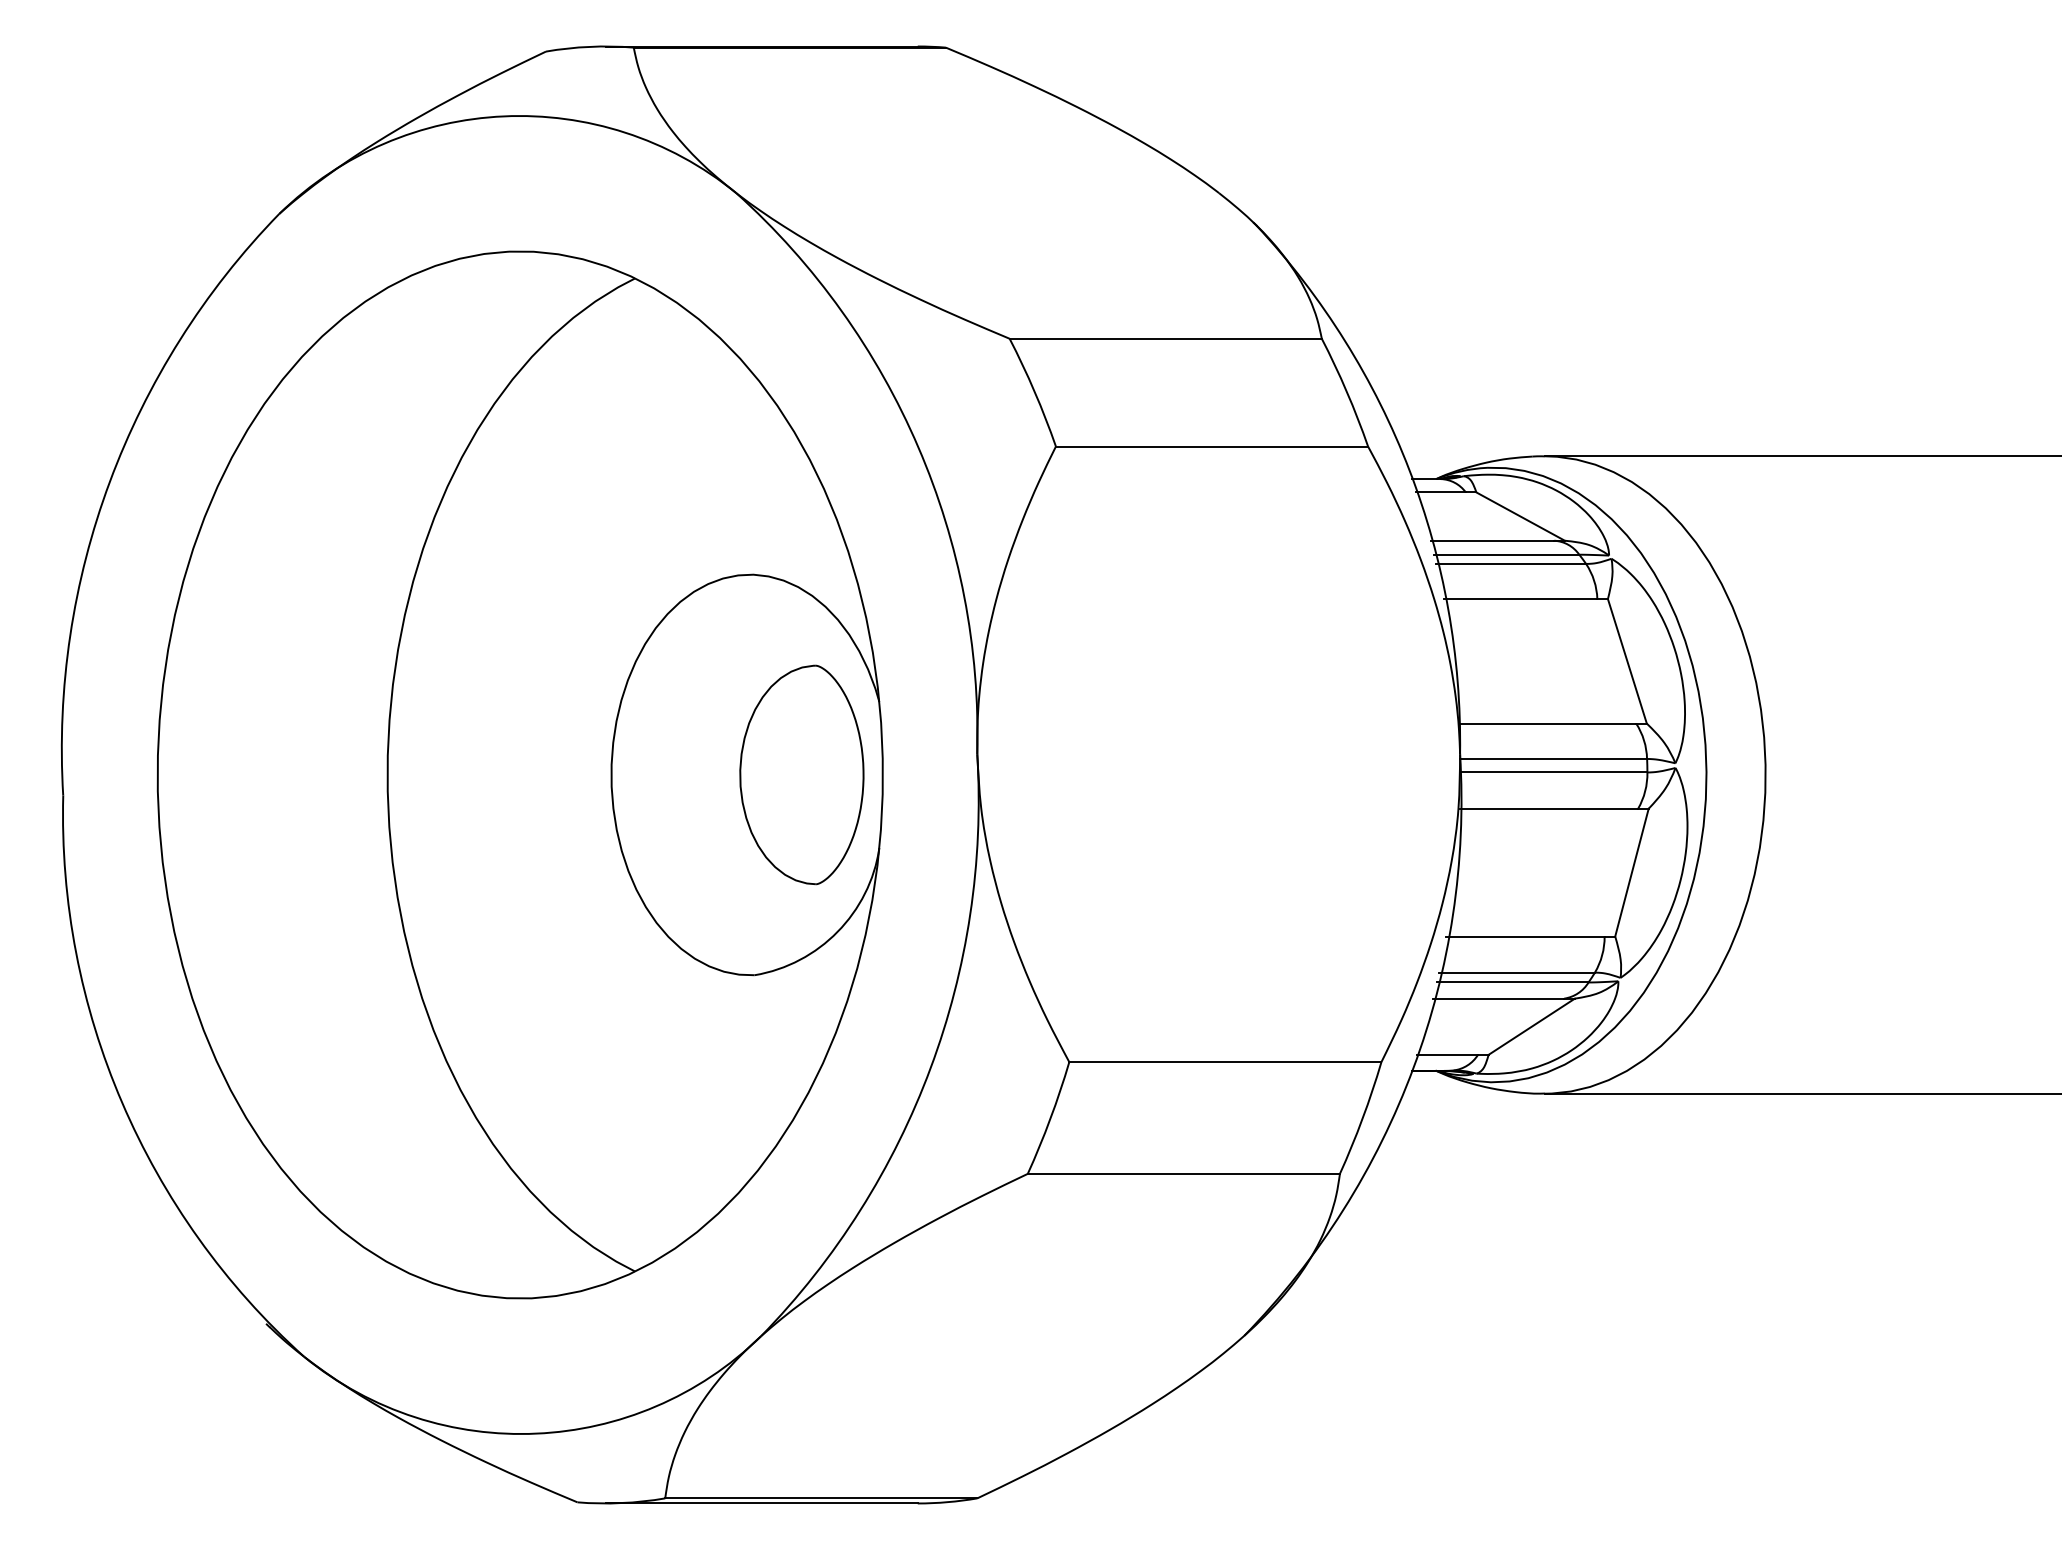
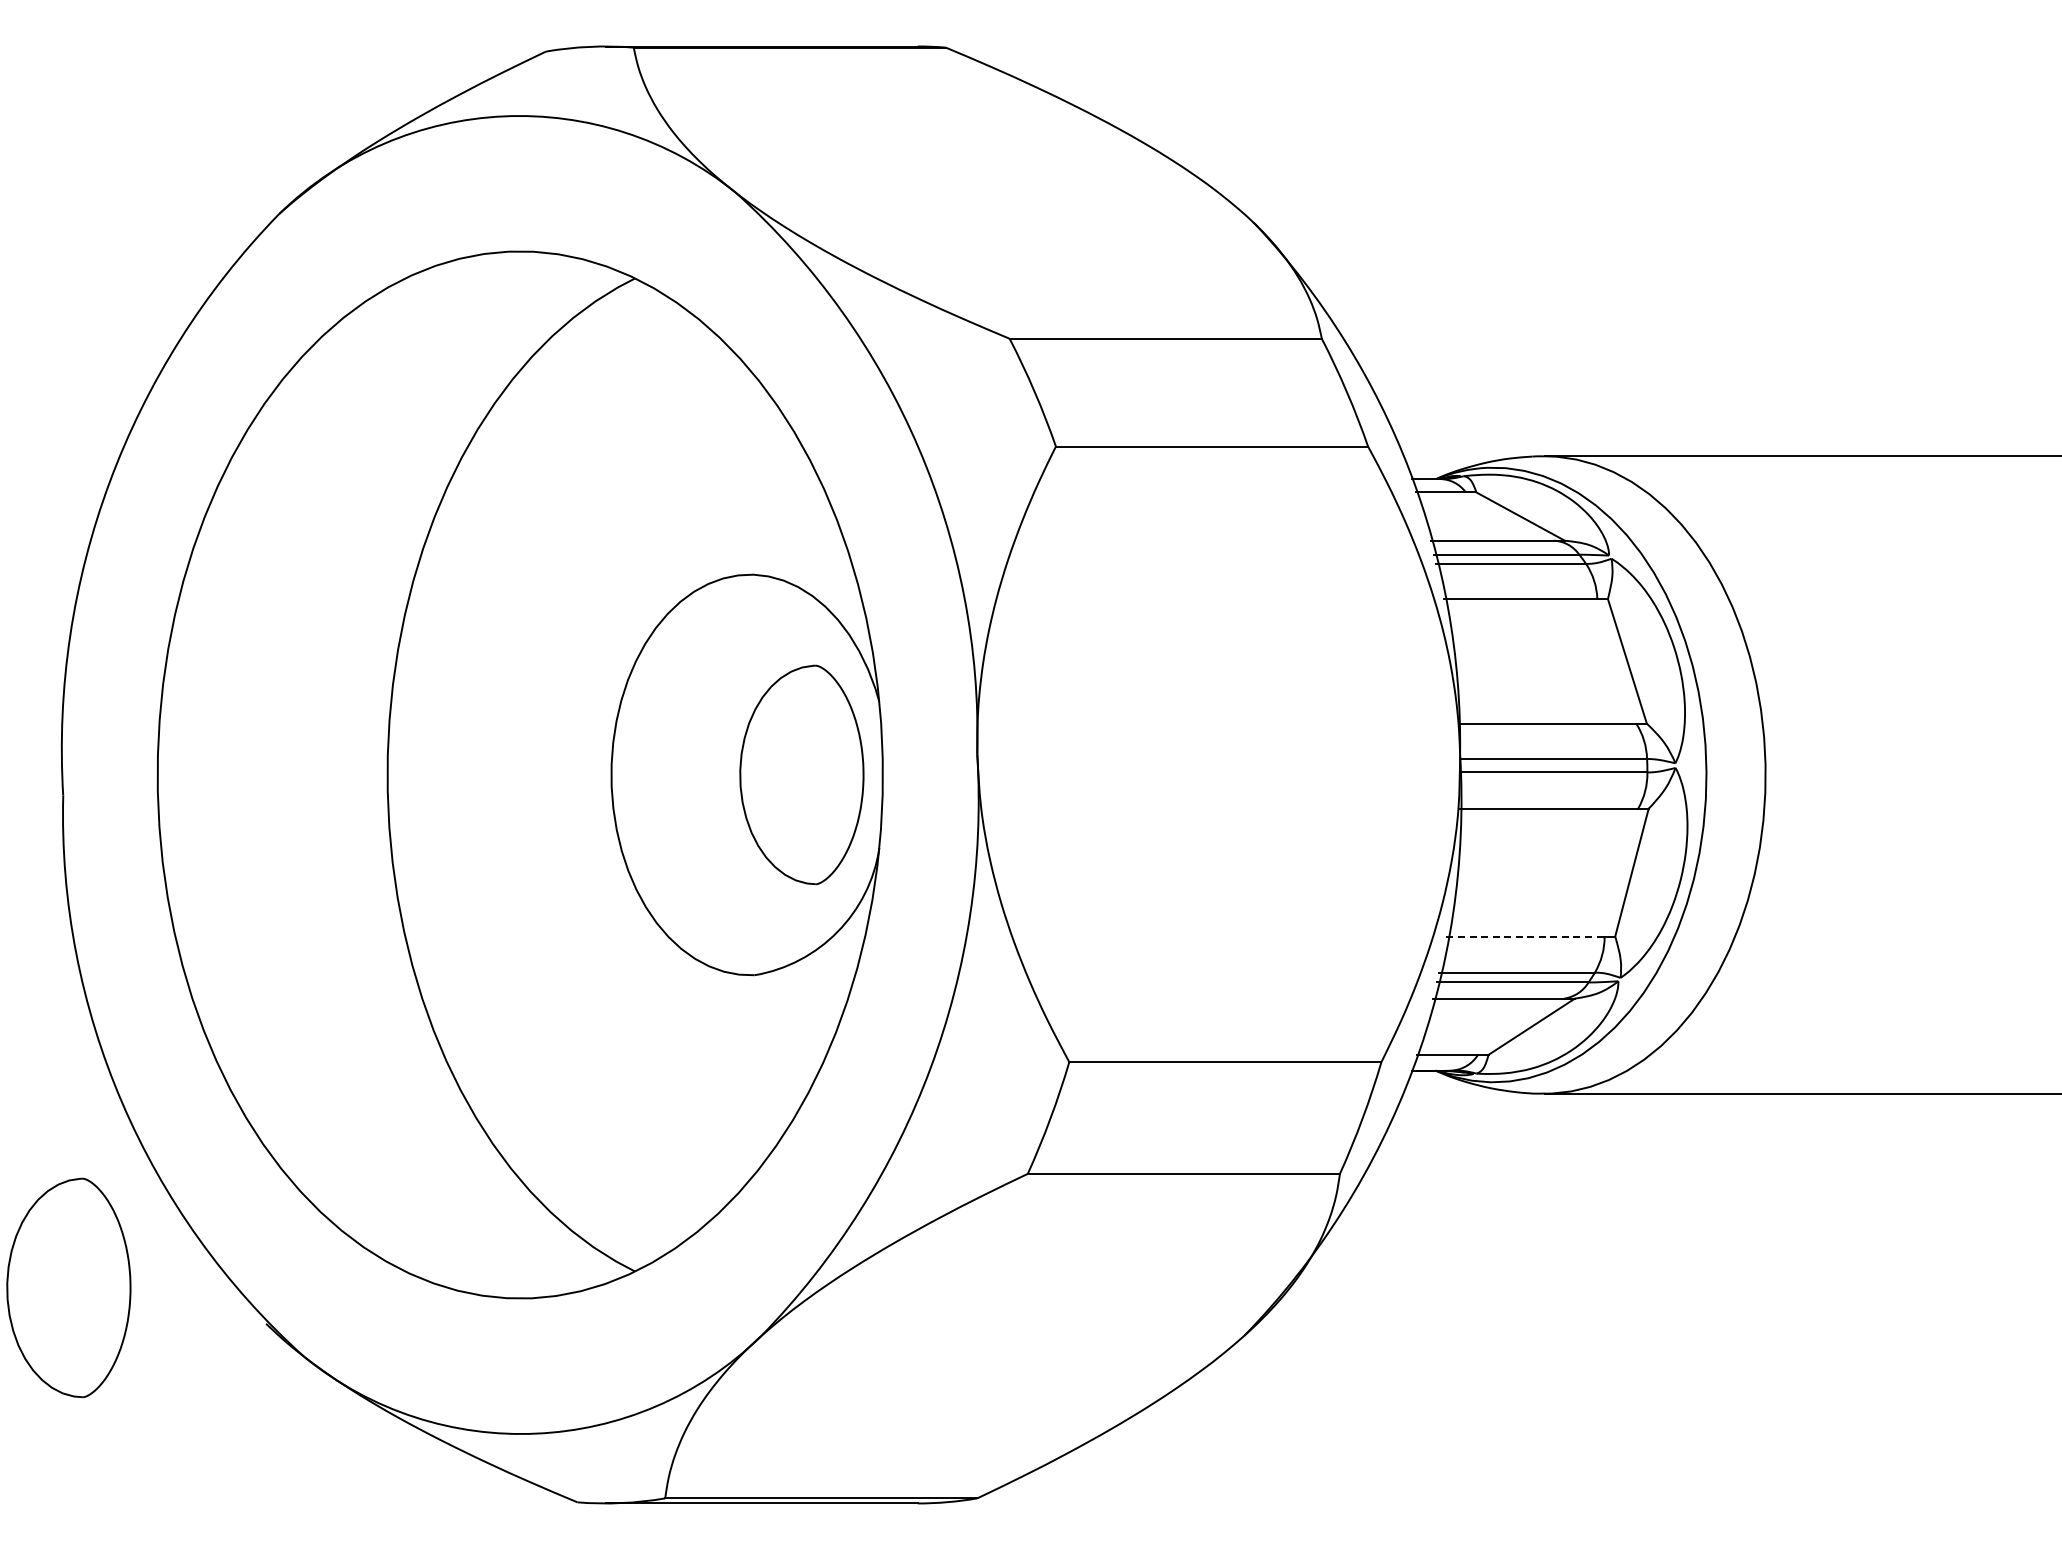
line at (1526, 936): solid -> dashed
part at (68, 1287): none -> present
